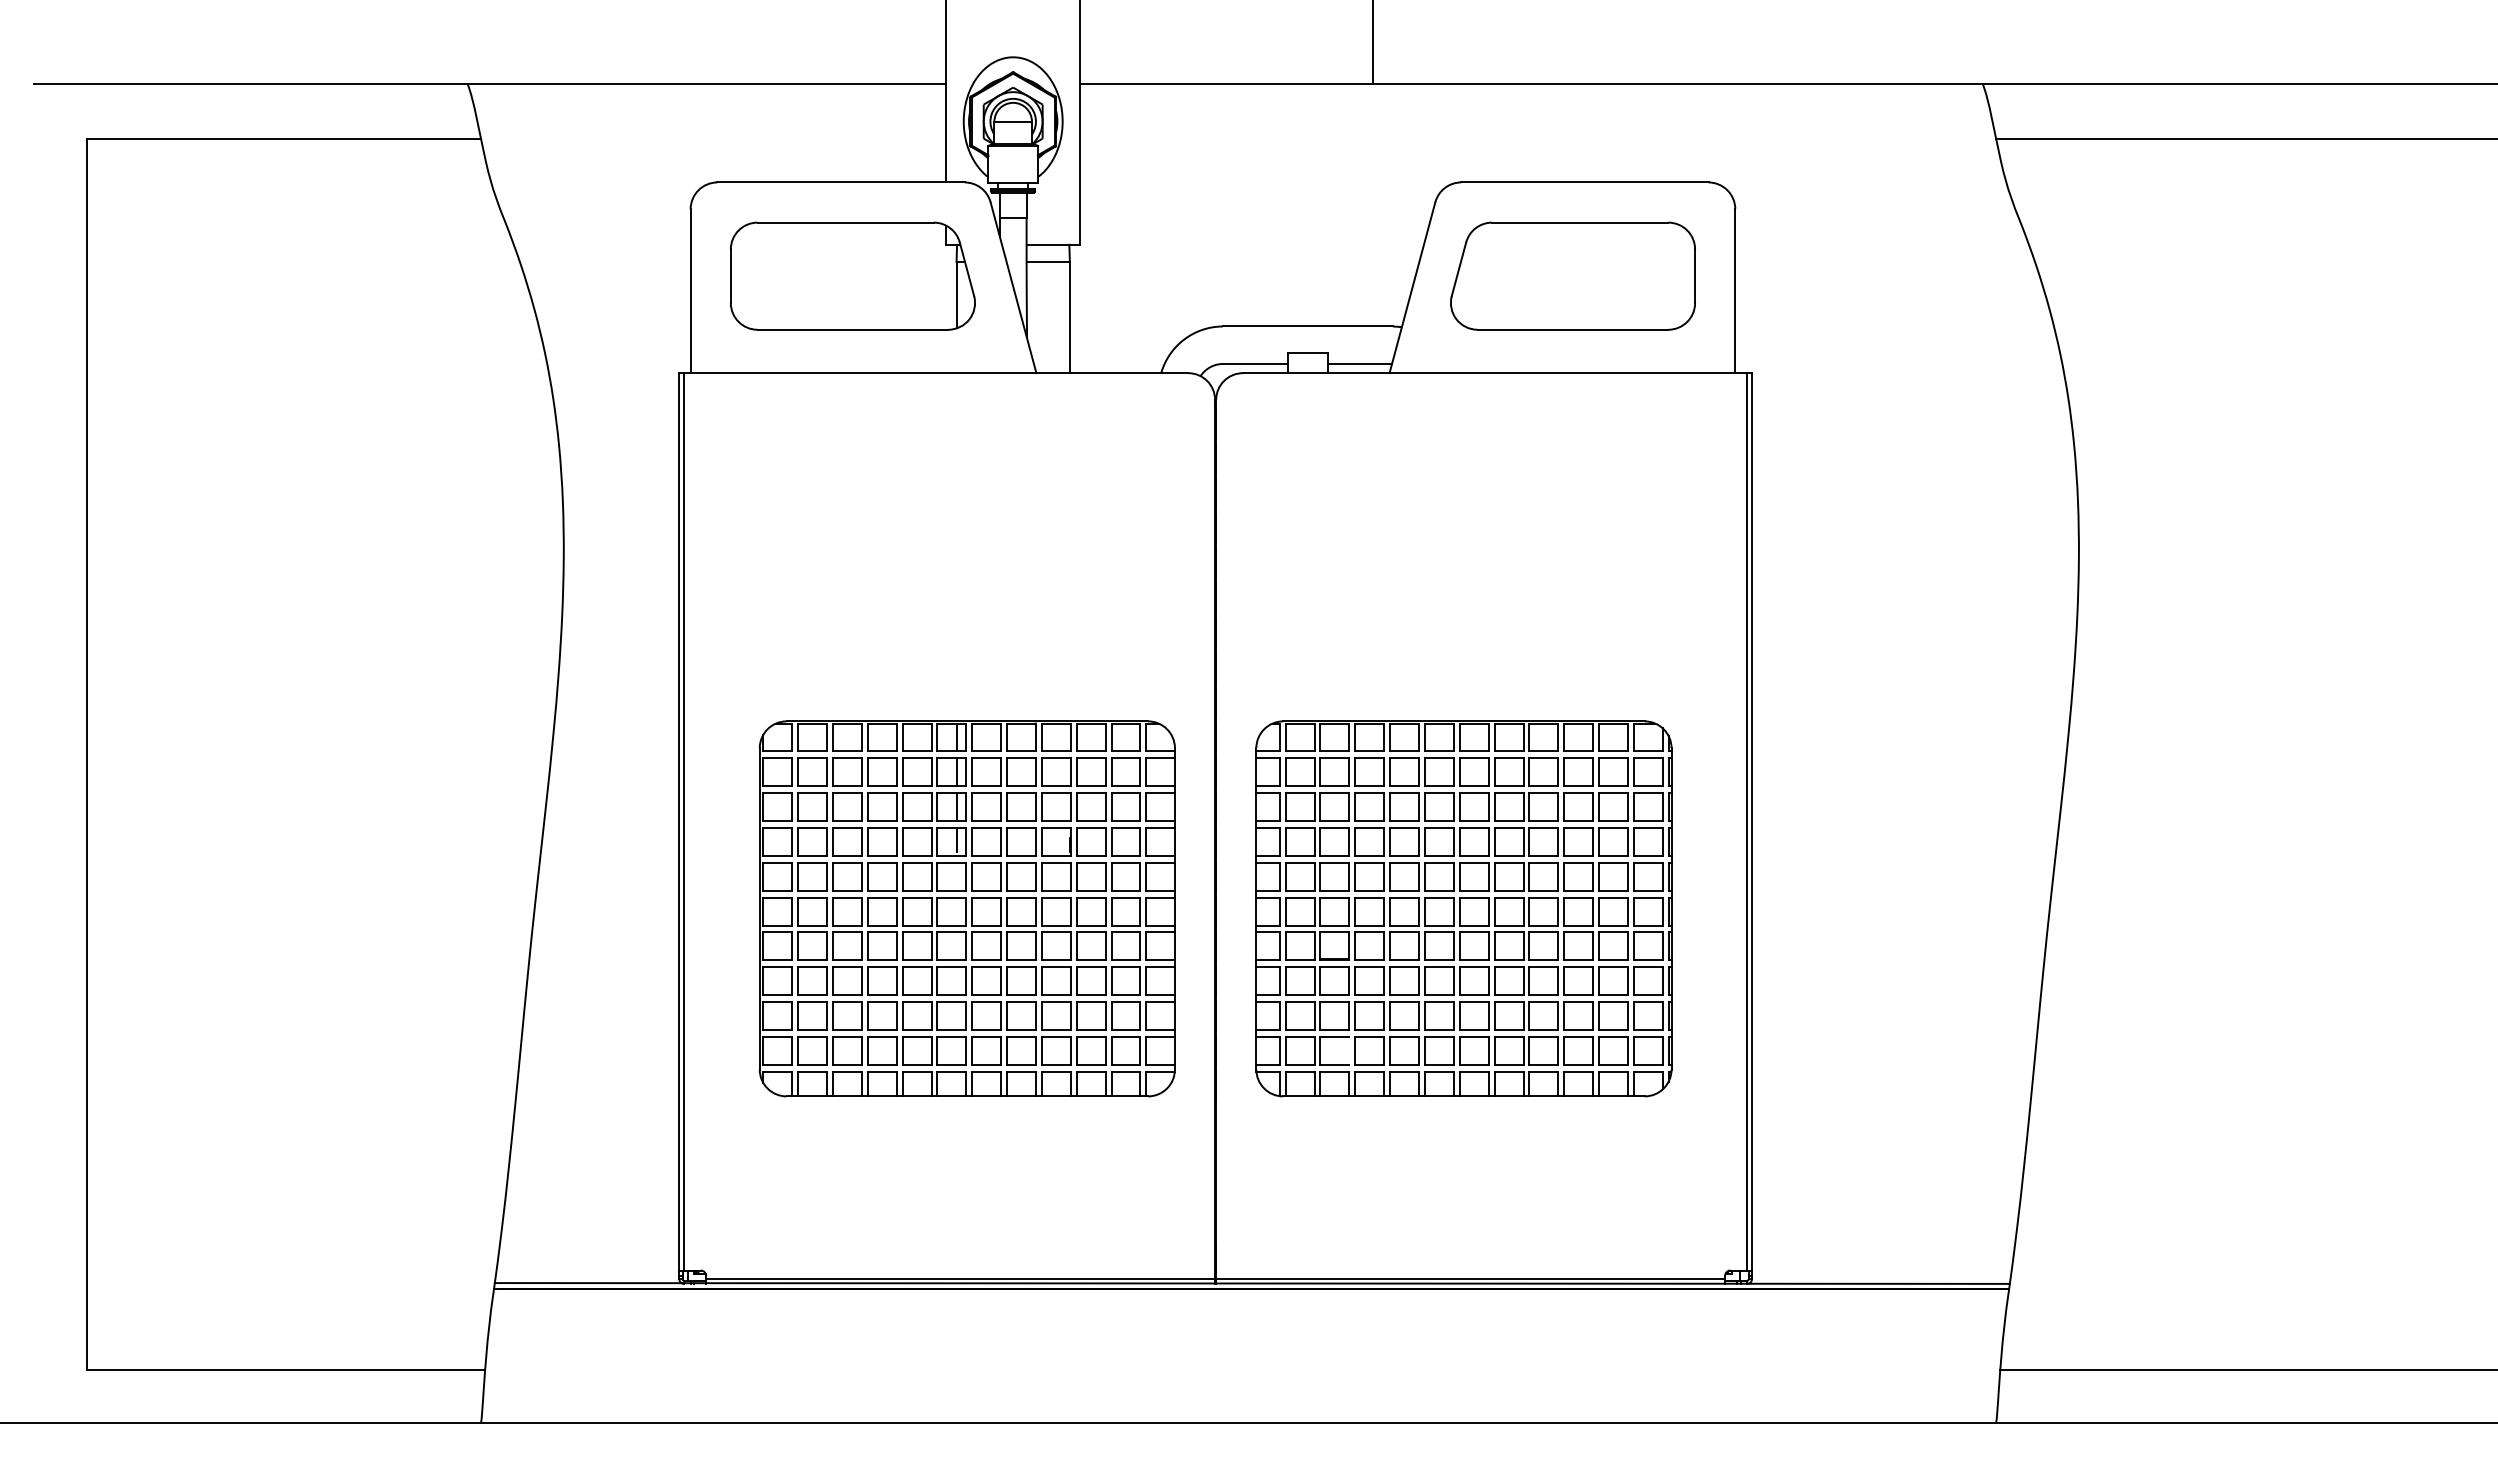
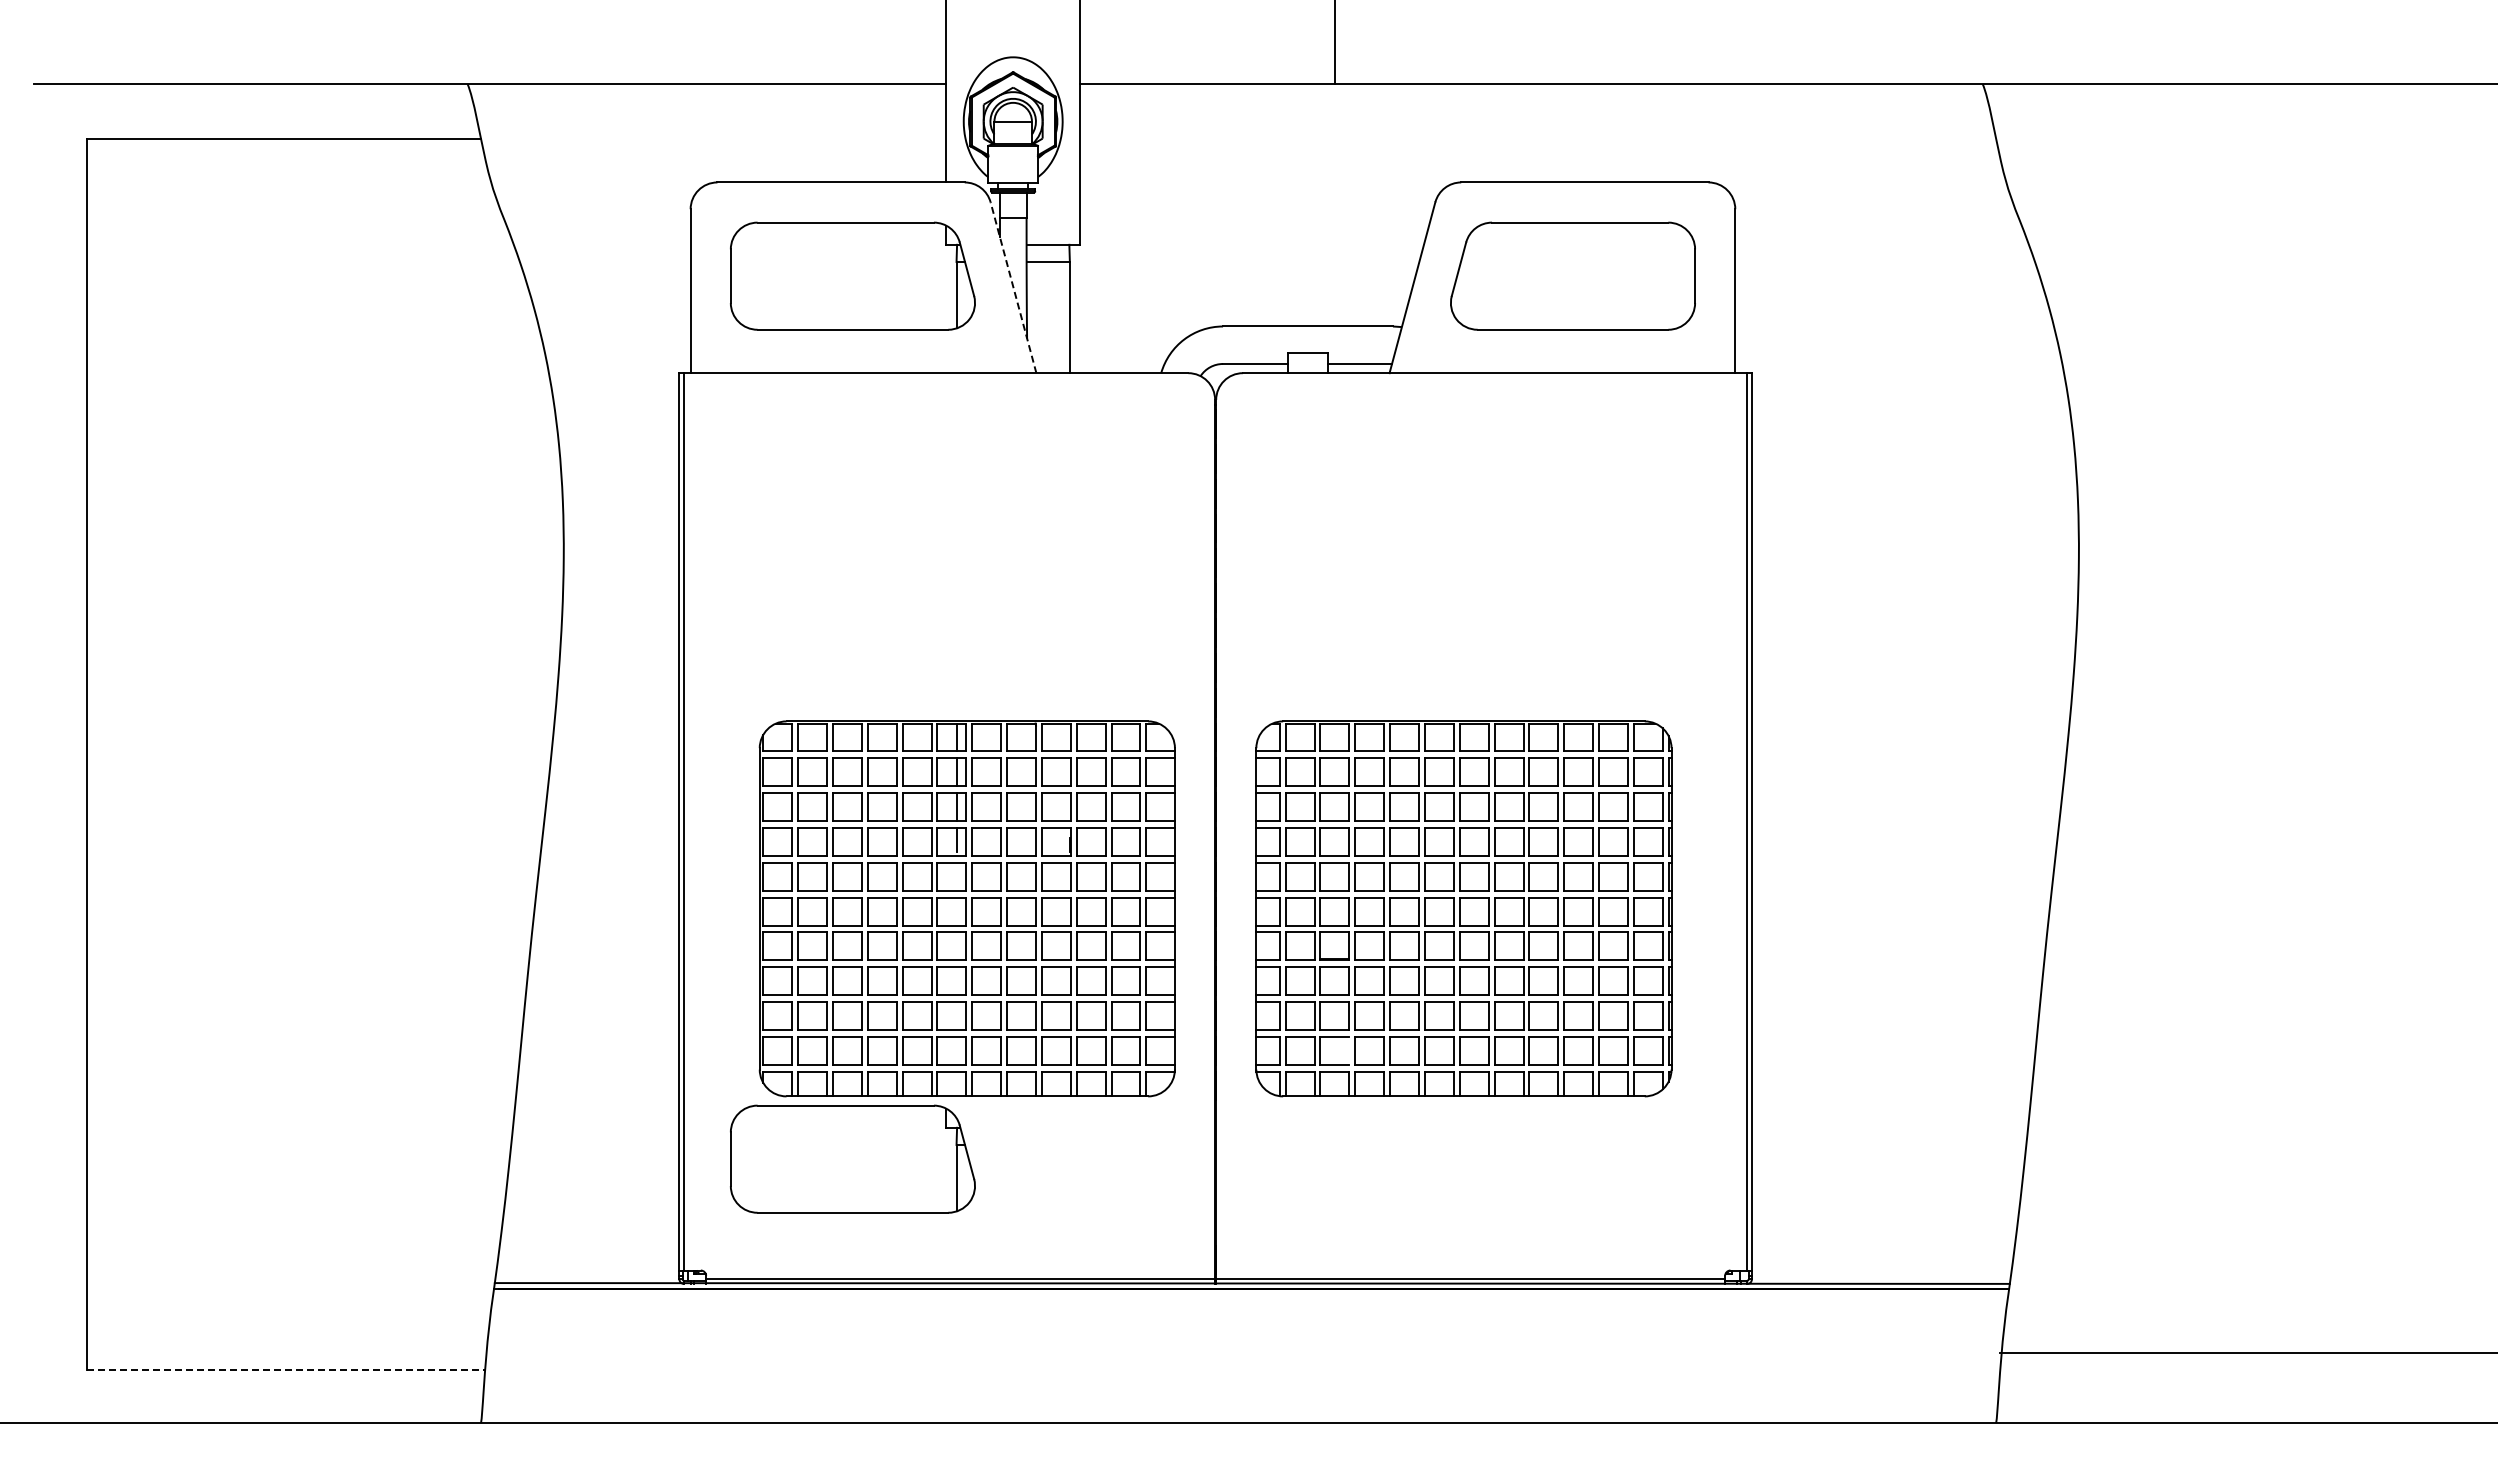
line at (1372, 42) position: (1372, 42) -> (1334, 42)
line at (2245, 139): present -> none
line at (1013, 287): solid -> dashed
part at (852, 1158): none -> present
line at (286, 1369): solid -> dashed
line at (2247, 1369) position: (2247, 1369) -> (2247, 1352)
